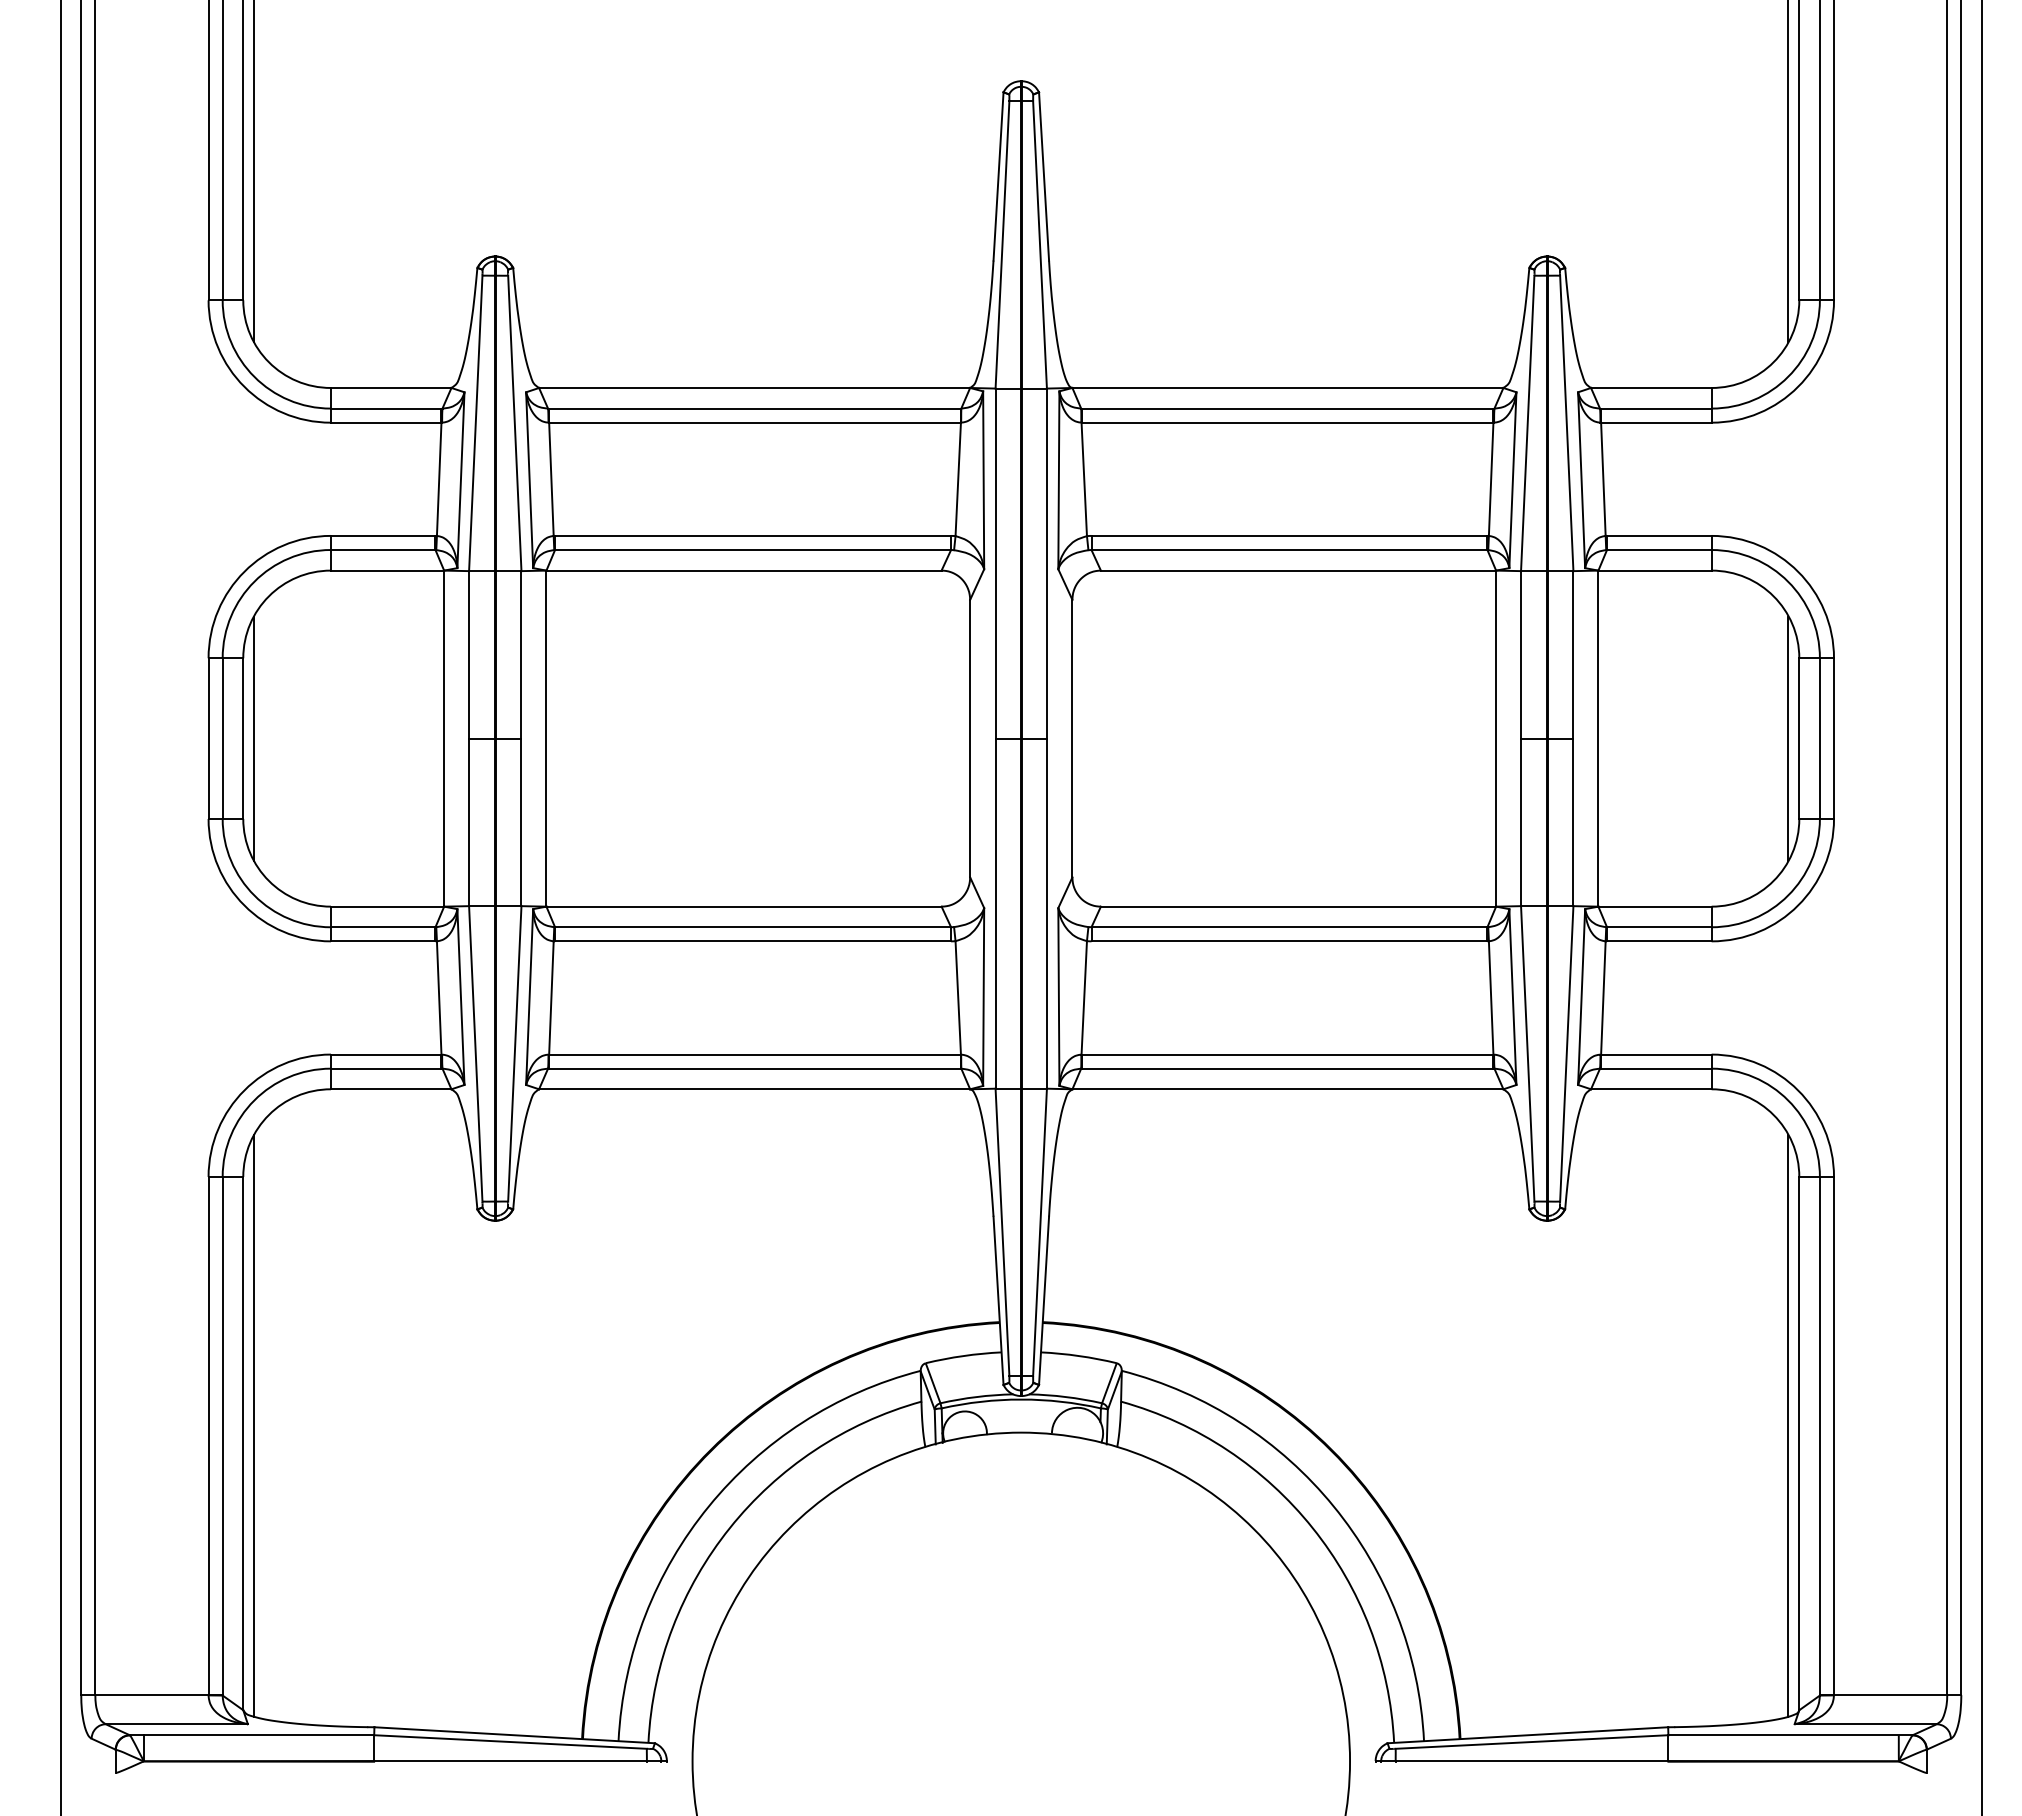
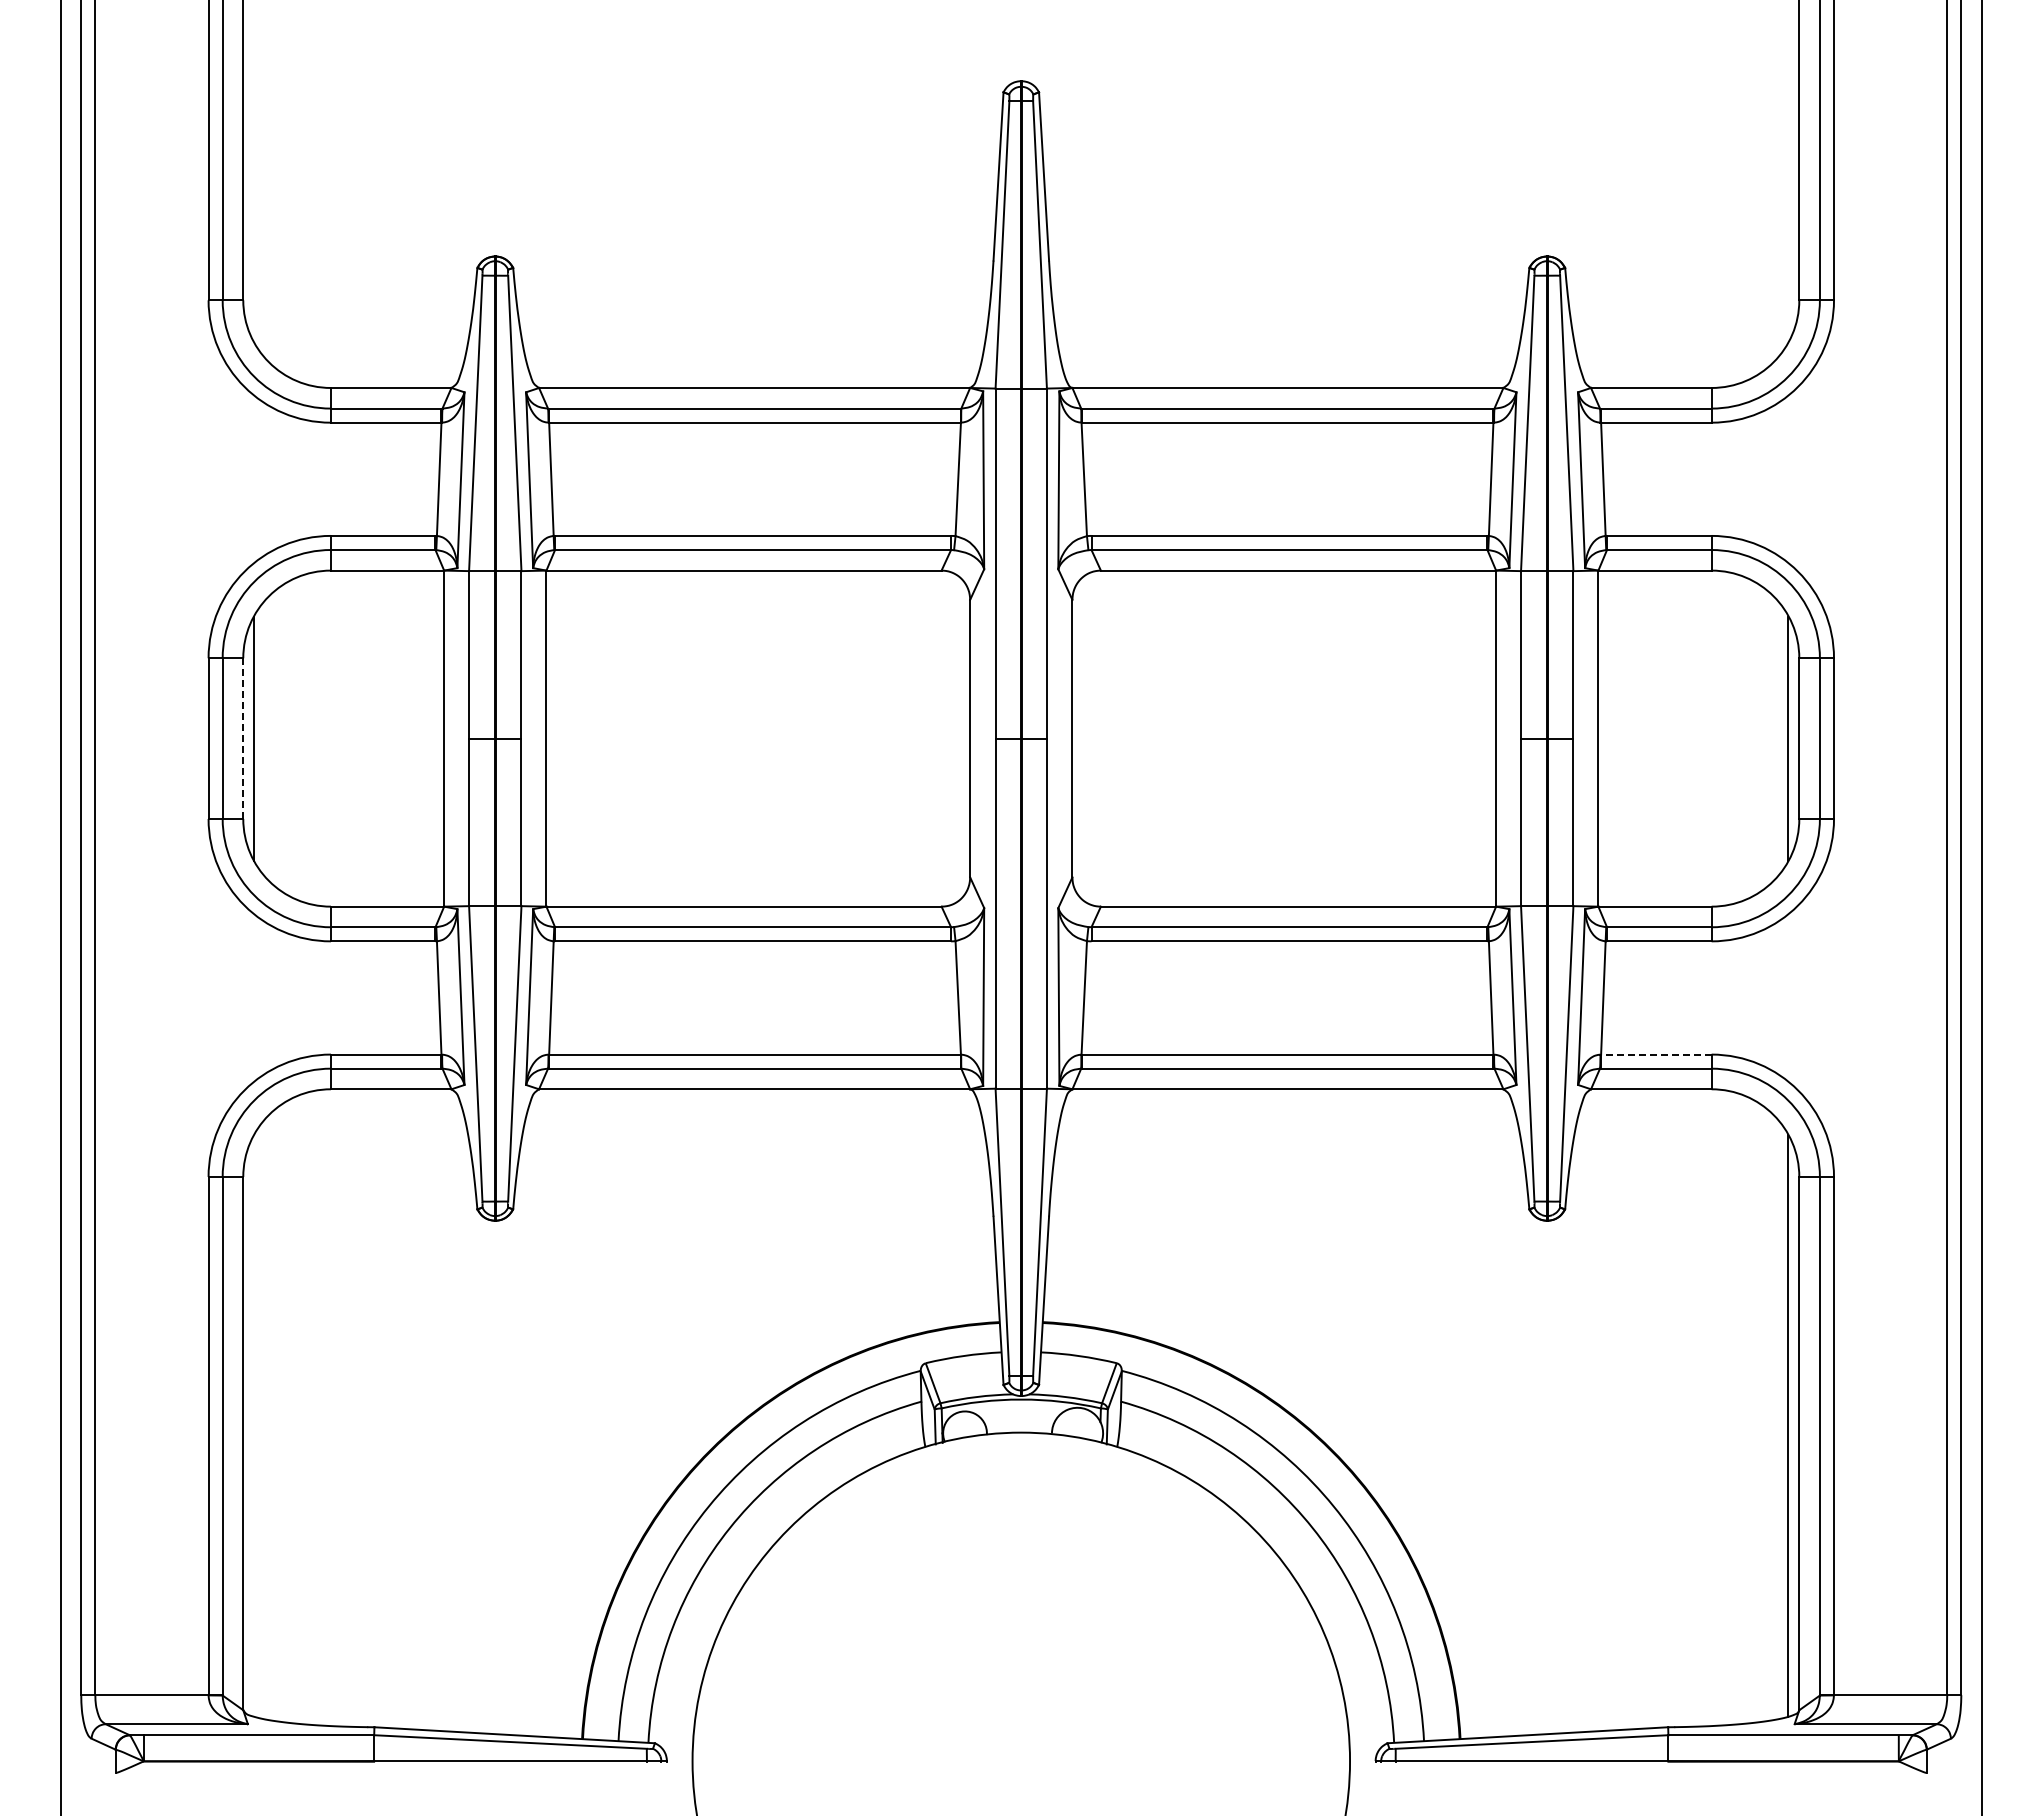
line at (254, 171): present -> none
line at (1788, 171): present -> none
line at (243, 738): solid -> dashed
line at (1655, 1054): solid -> dashed
line at (254, 1425): present -> none
